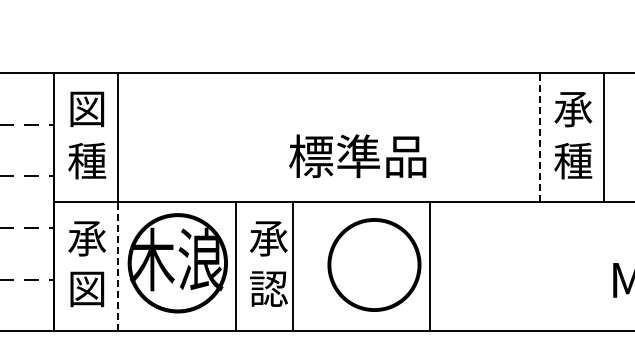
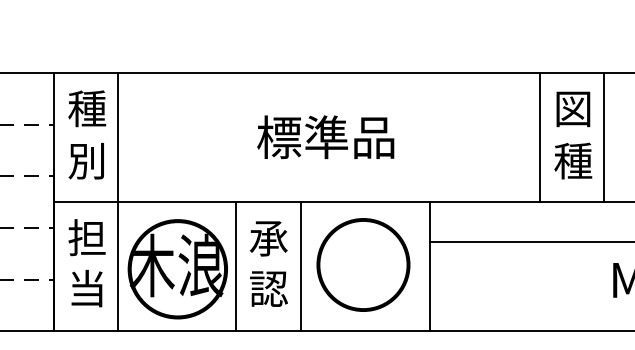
text at (87, 108): 図 -> 種
text at (573, 109): 承 -> 図
line at (539, 137): dashed -> solid
text at (357, 156) position: (357, 156) -> (325, 137)
text at (87, 160): 種 -> 別
text at (87, 237): 承 -> 担
line at (530, 241): none -> present
part at (177, 263) position: (177, 263) -> (177, 269)
part at (374, 264) position: (374, 264) -> (363, 264)
line at (118, 266): dashed -> solid
line at (292, 266) position: (292, 266) -> (300, 266)
text at (87, 288): 図 -> 当
